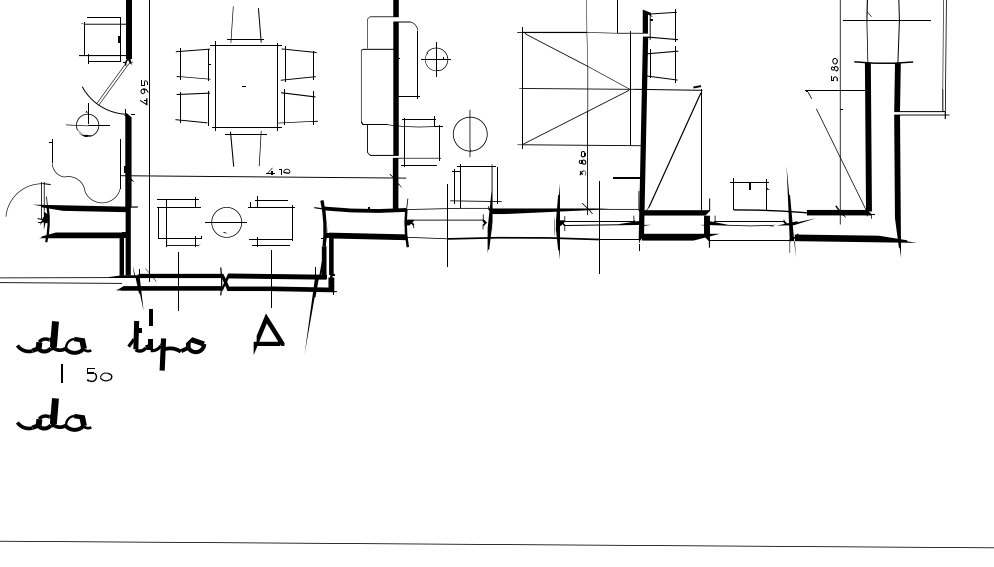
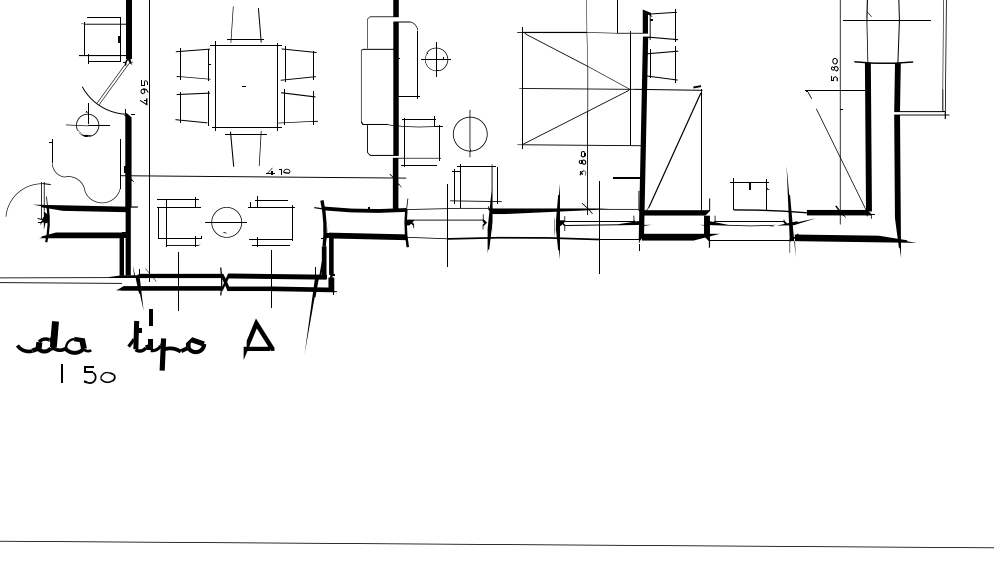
curve at (271, 331) position: (271, 331) -> (261, 336)
part at (99, 375) size: 26x15 px -> 33x18 px
part at (53, 414): present -> none
